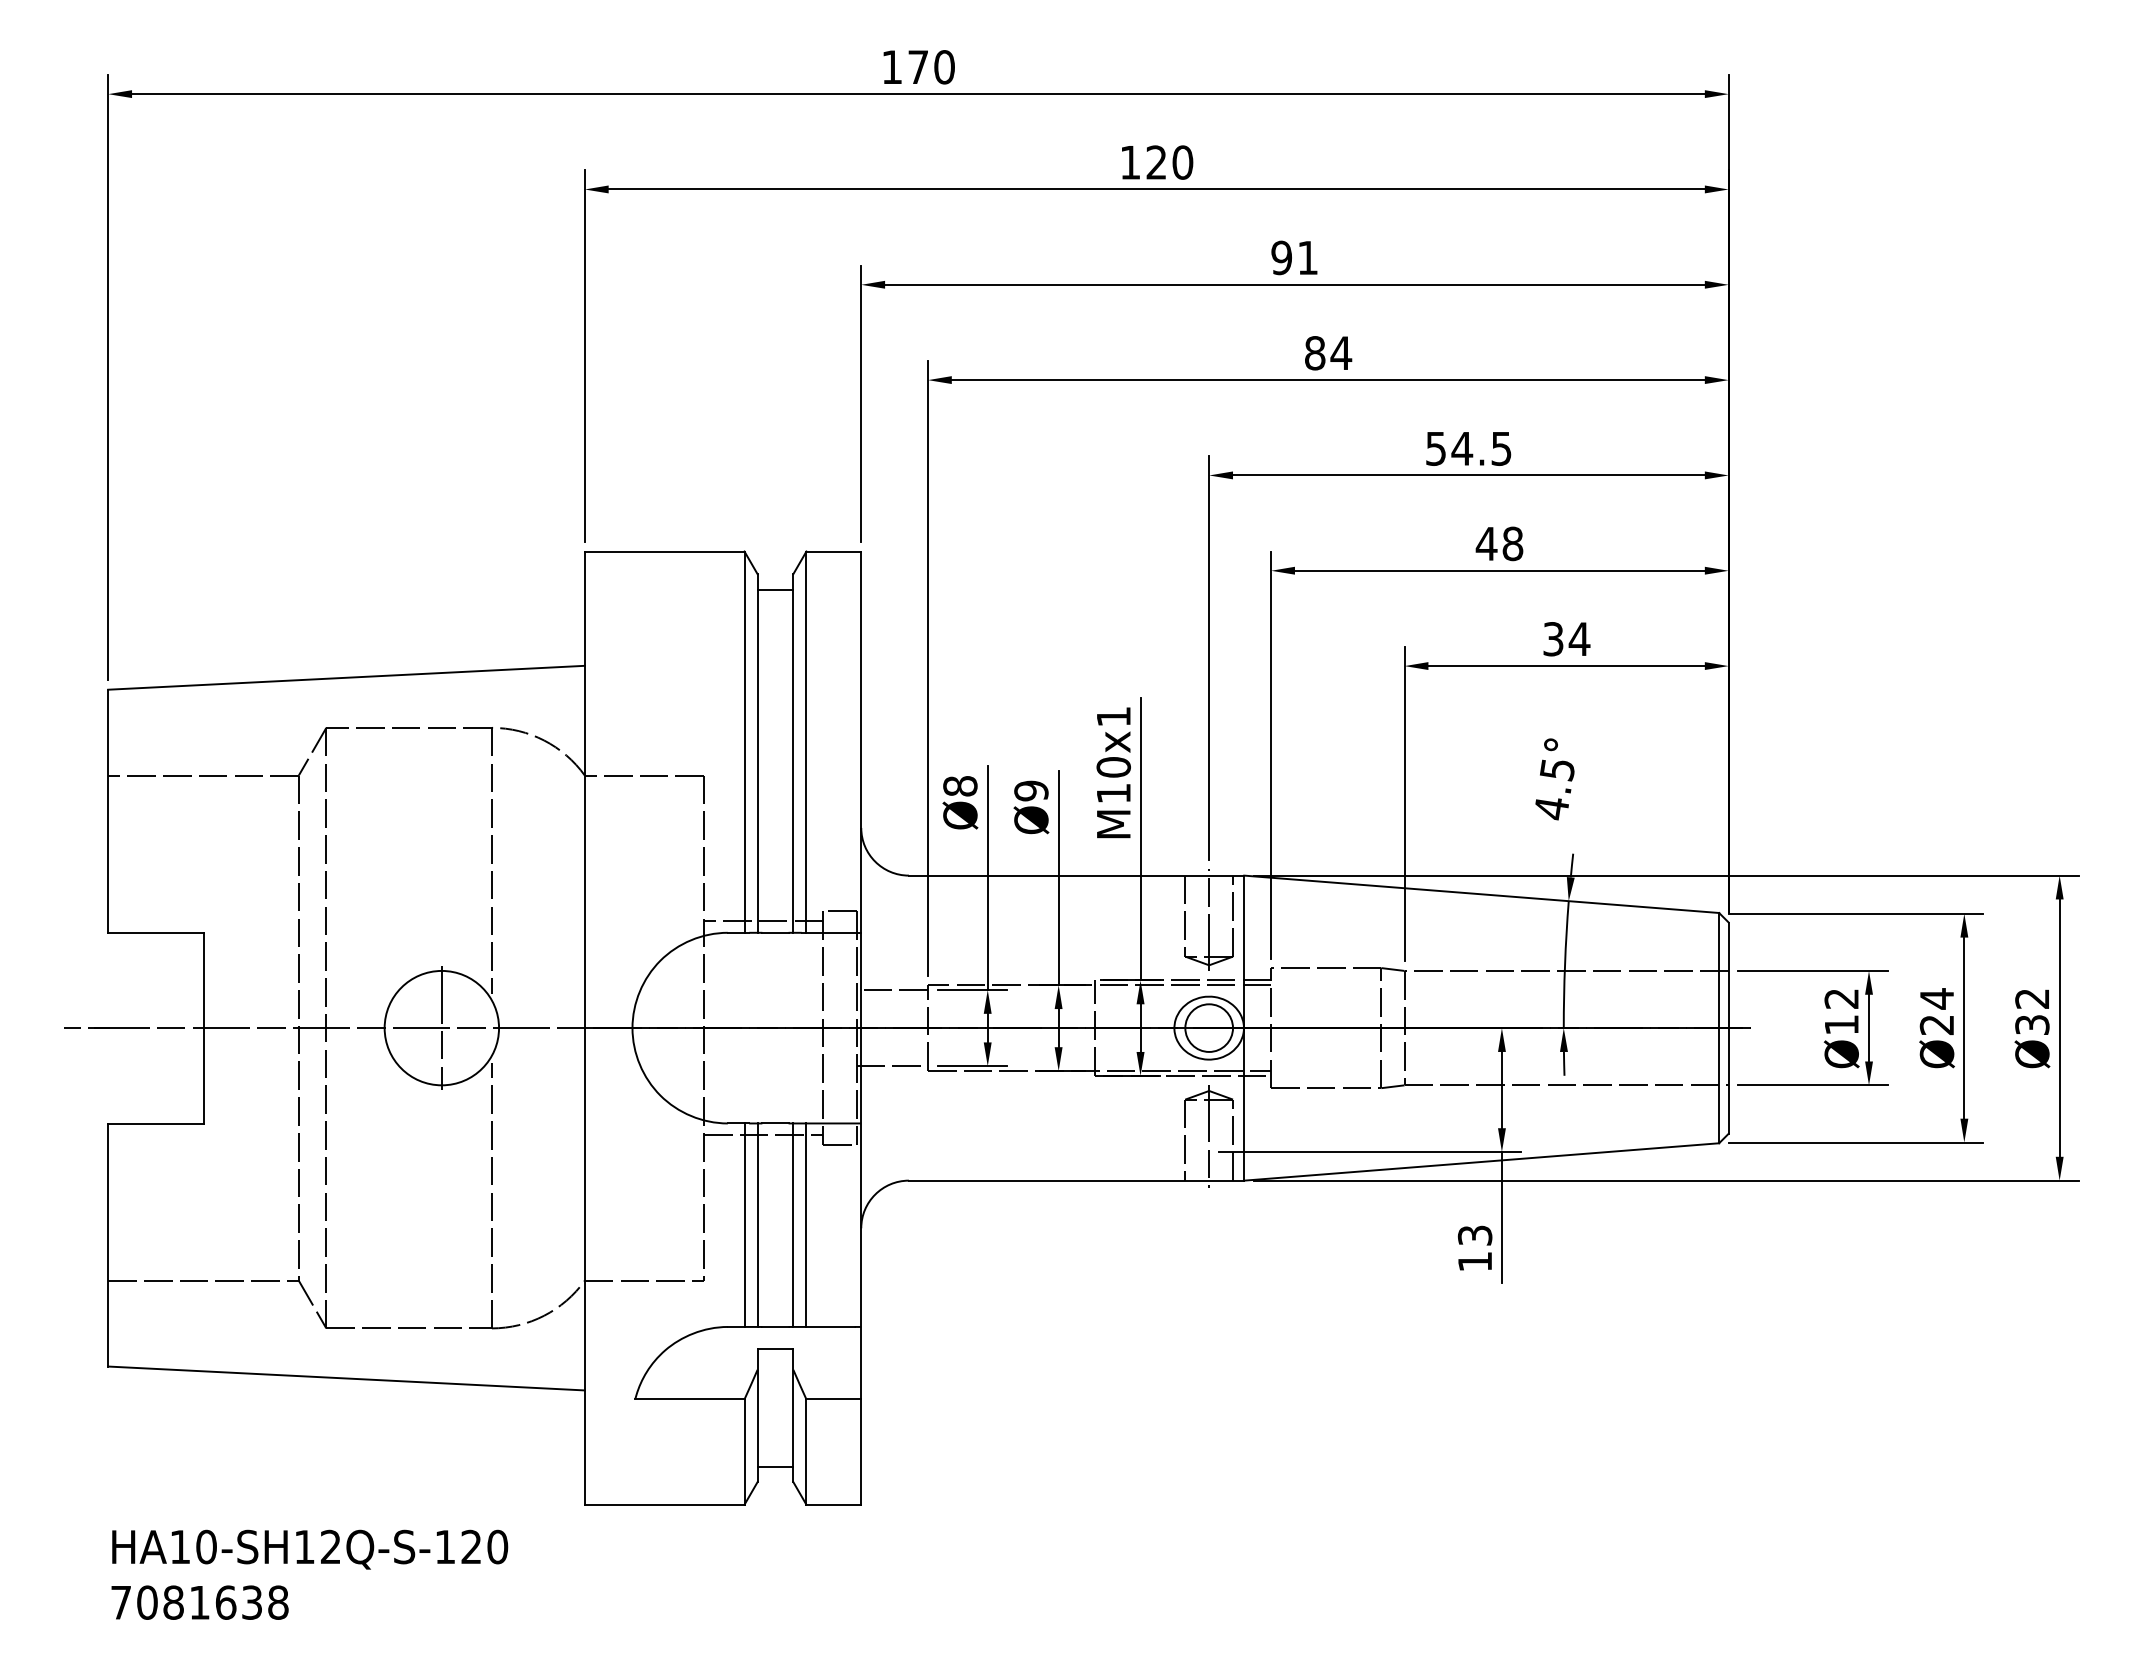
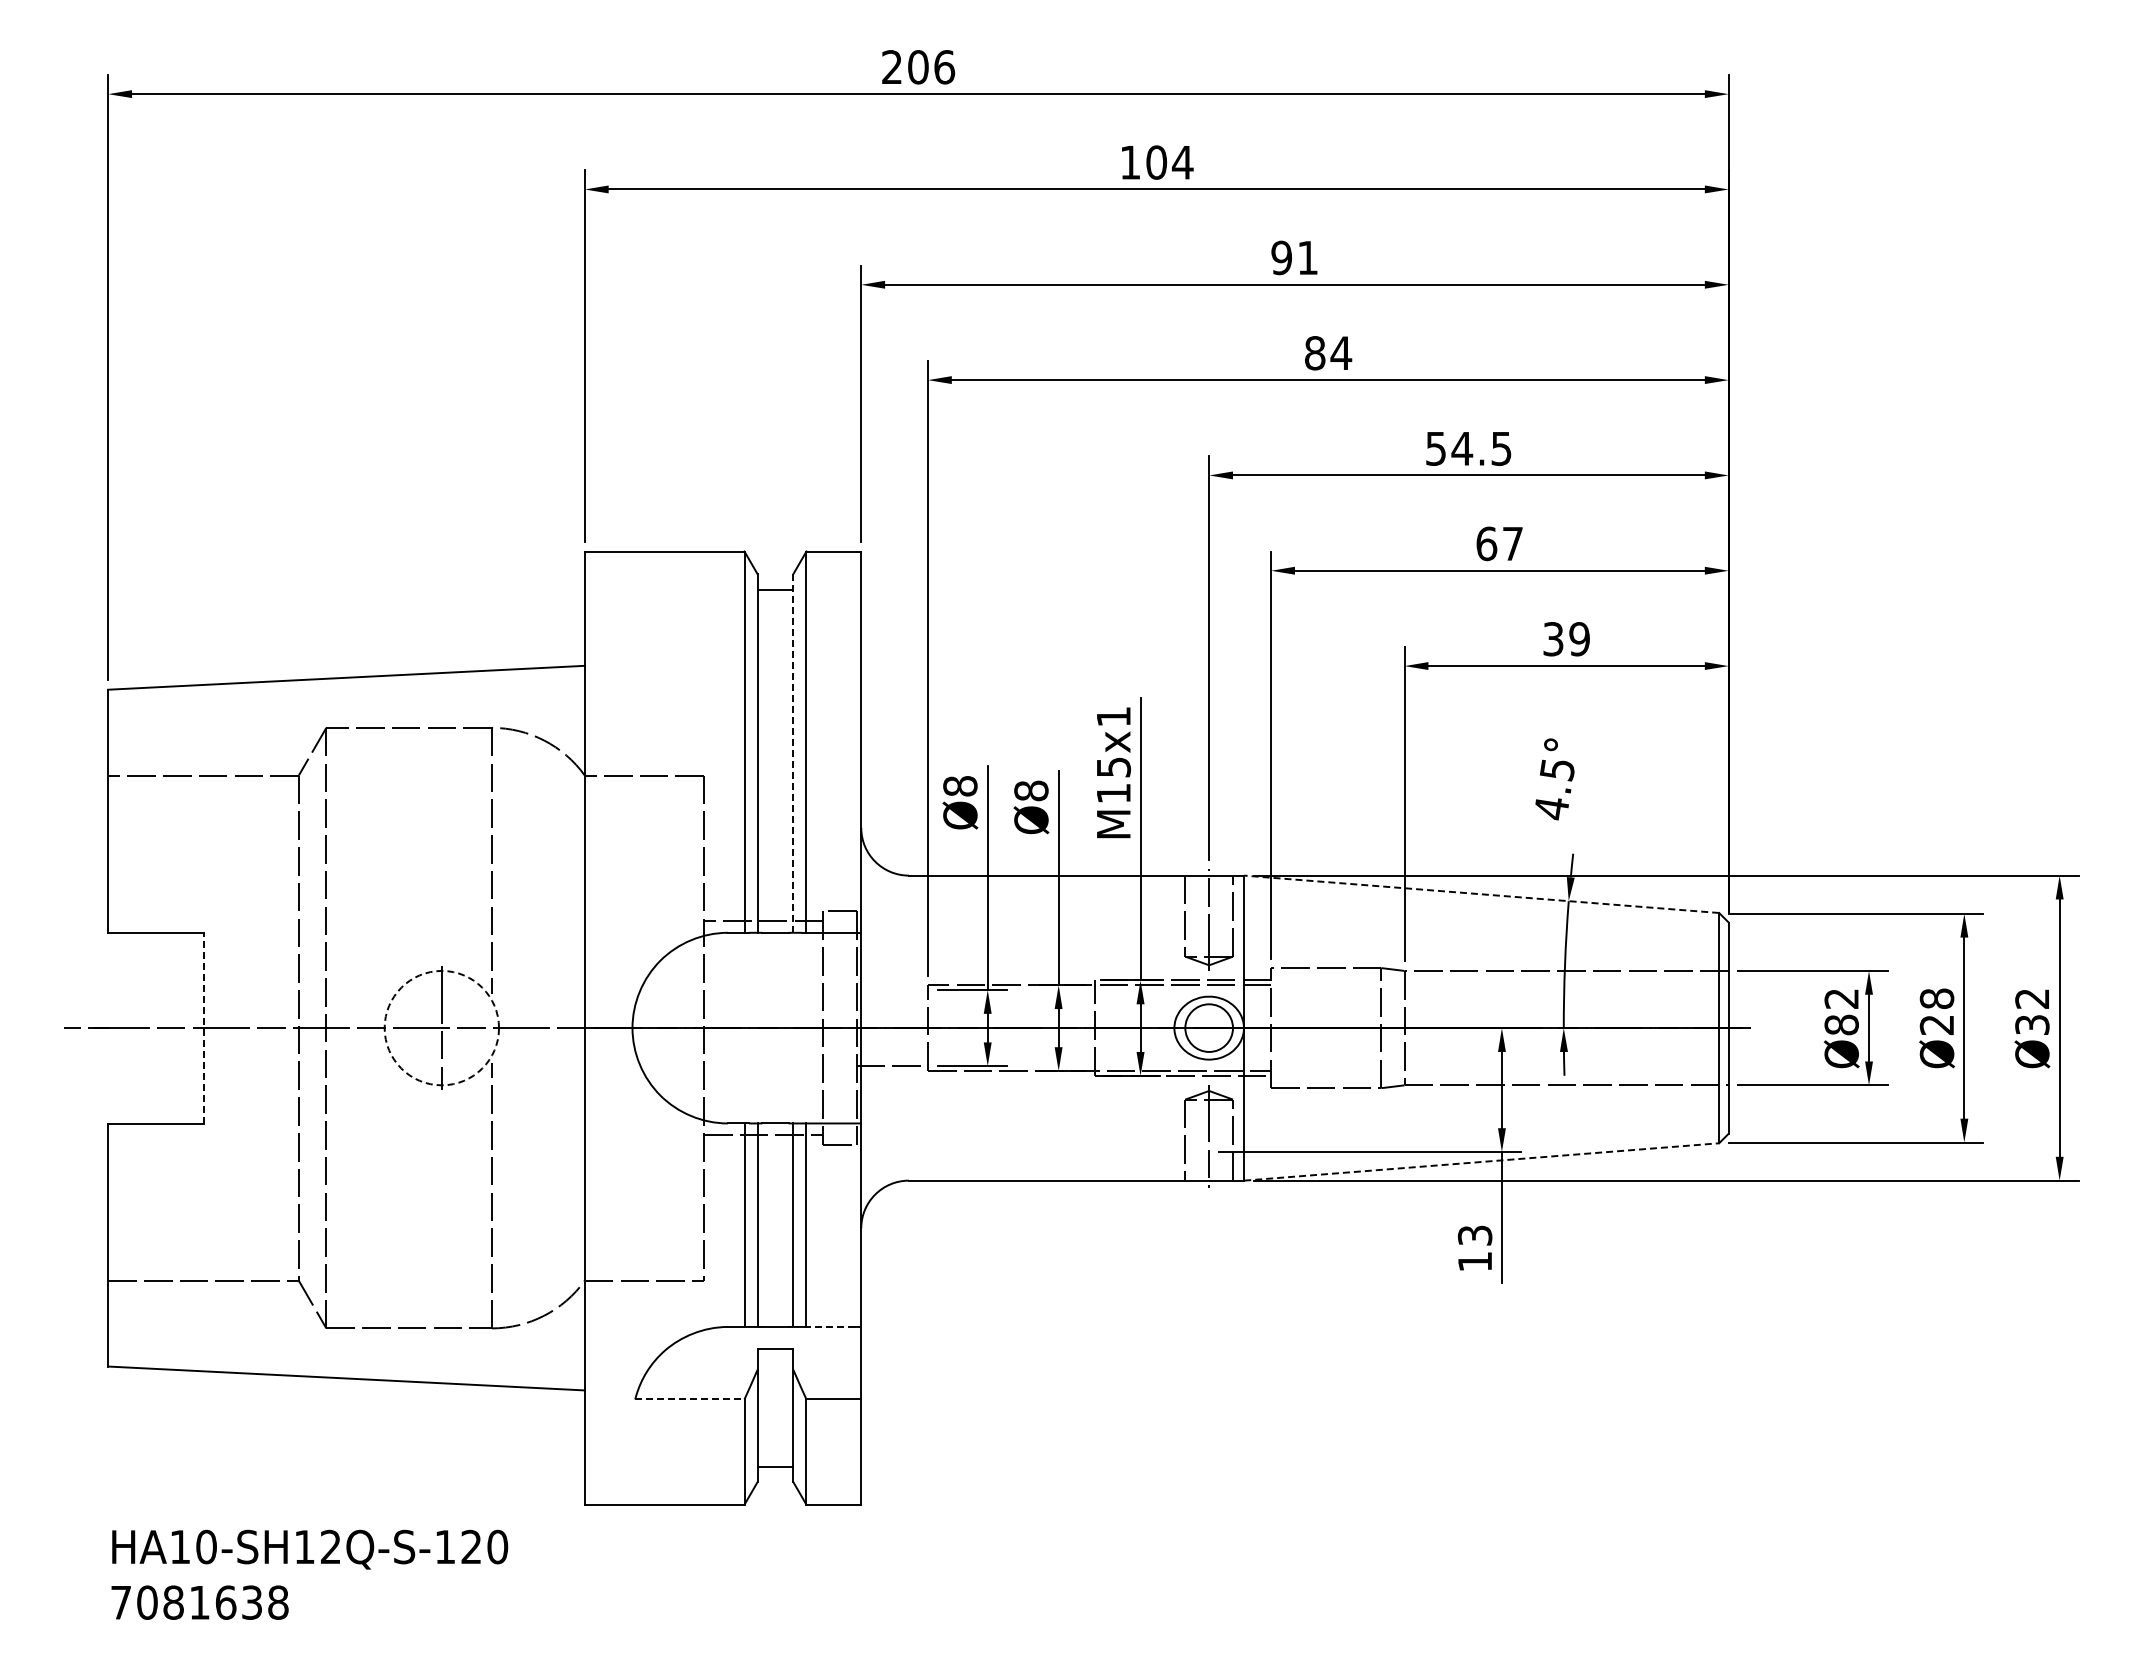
text at (918, 67): 170 -> 206
text at (1169, 162): 120 -> 104
text at (1499, 543): 48 -> 67
text at (1579, 639): 34 -> 39
line at (793, 754): solid -> dashed
text at (1113, 767): M10x1 -> M15x1
text at (1031, 790): Ø9 -> Ø8
line at (1481, 894): solid -> dashed
line at (891, 990): present -> none
text at (1936, 998): Ø24 -> Ø28
text at (1841, 1024): Ø12 -> Ø82
line at (203, 1027): solid -> dashed
circle at (441, 1027): solid -> dashed
line at (1482, 1161): solid -> dashed
line at (830, 1326): solid -> dashed
line at (689, 1399): solid -> dashed
